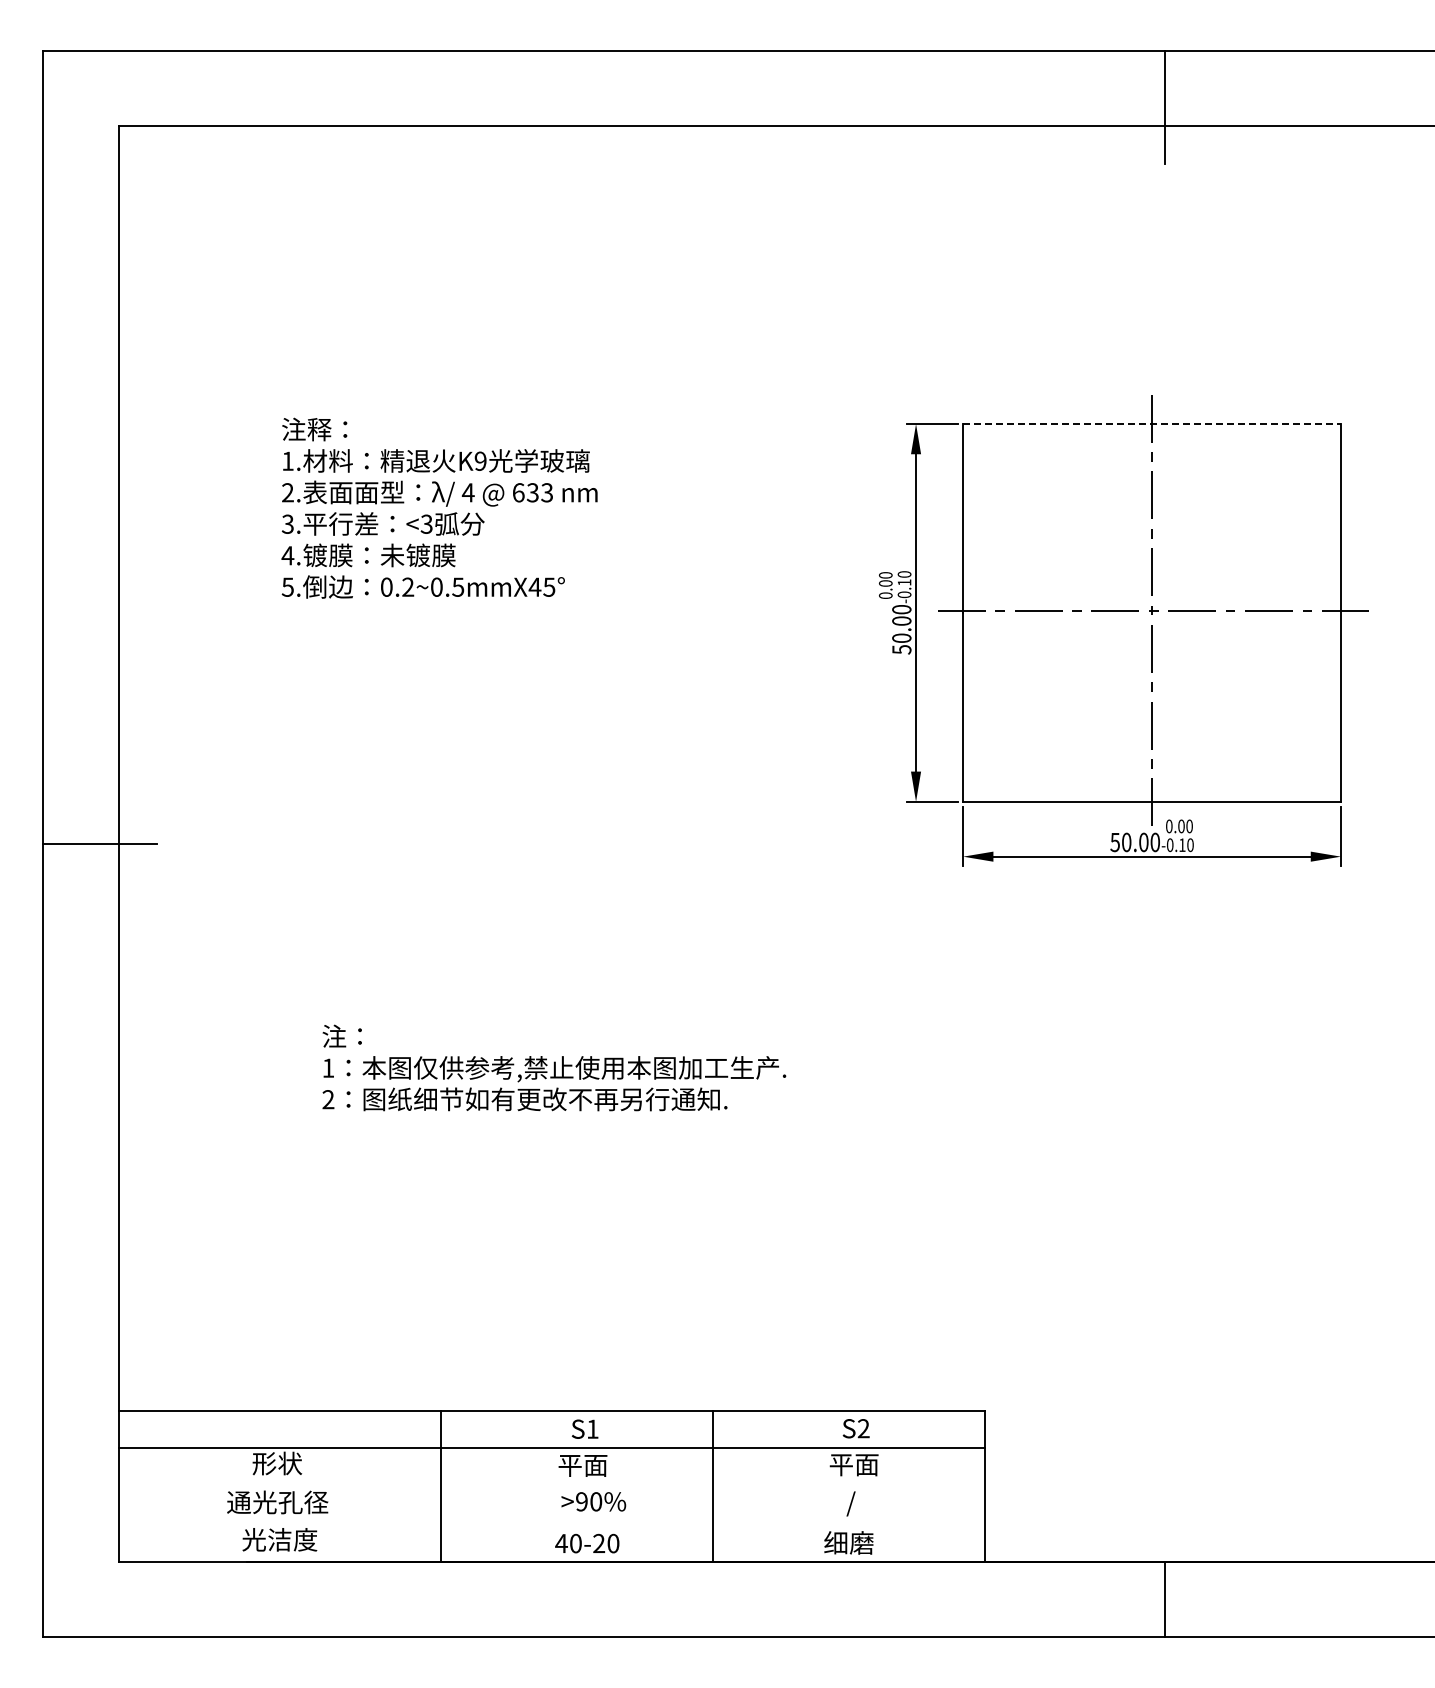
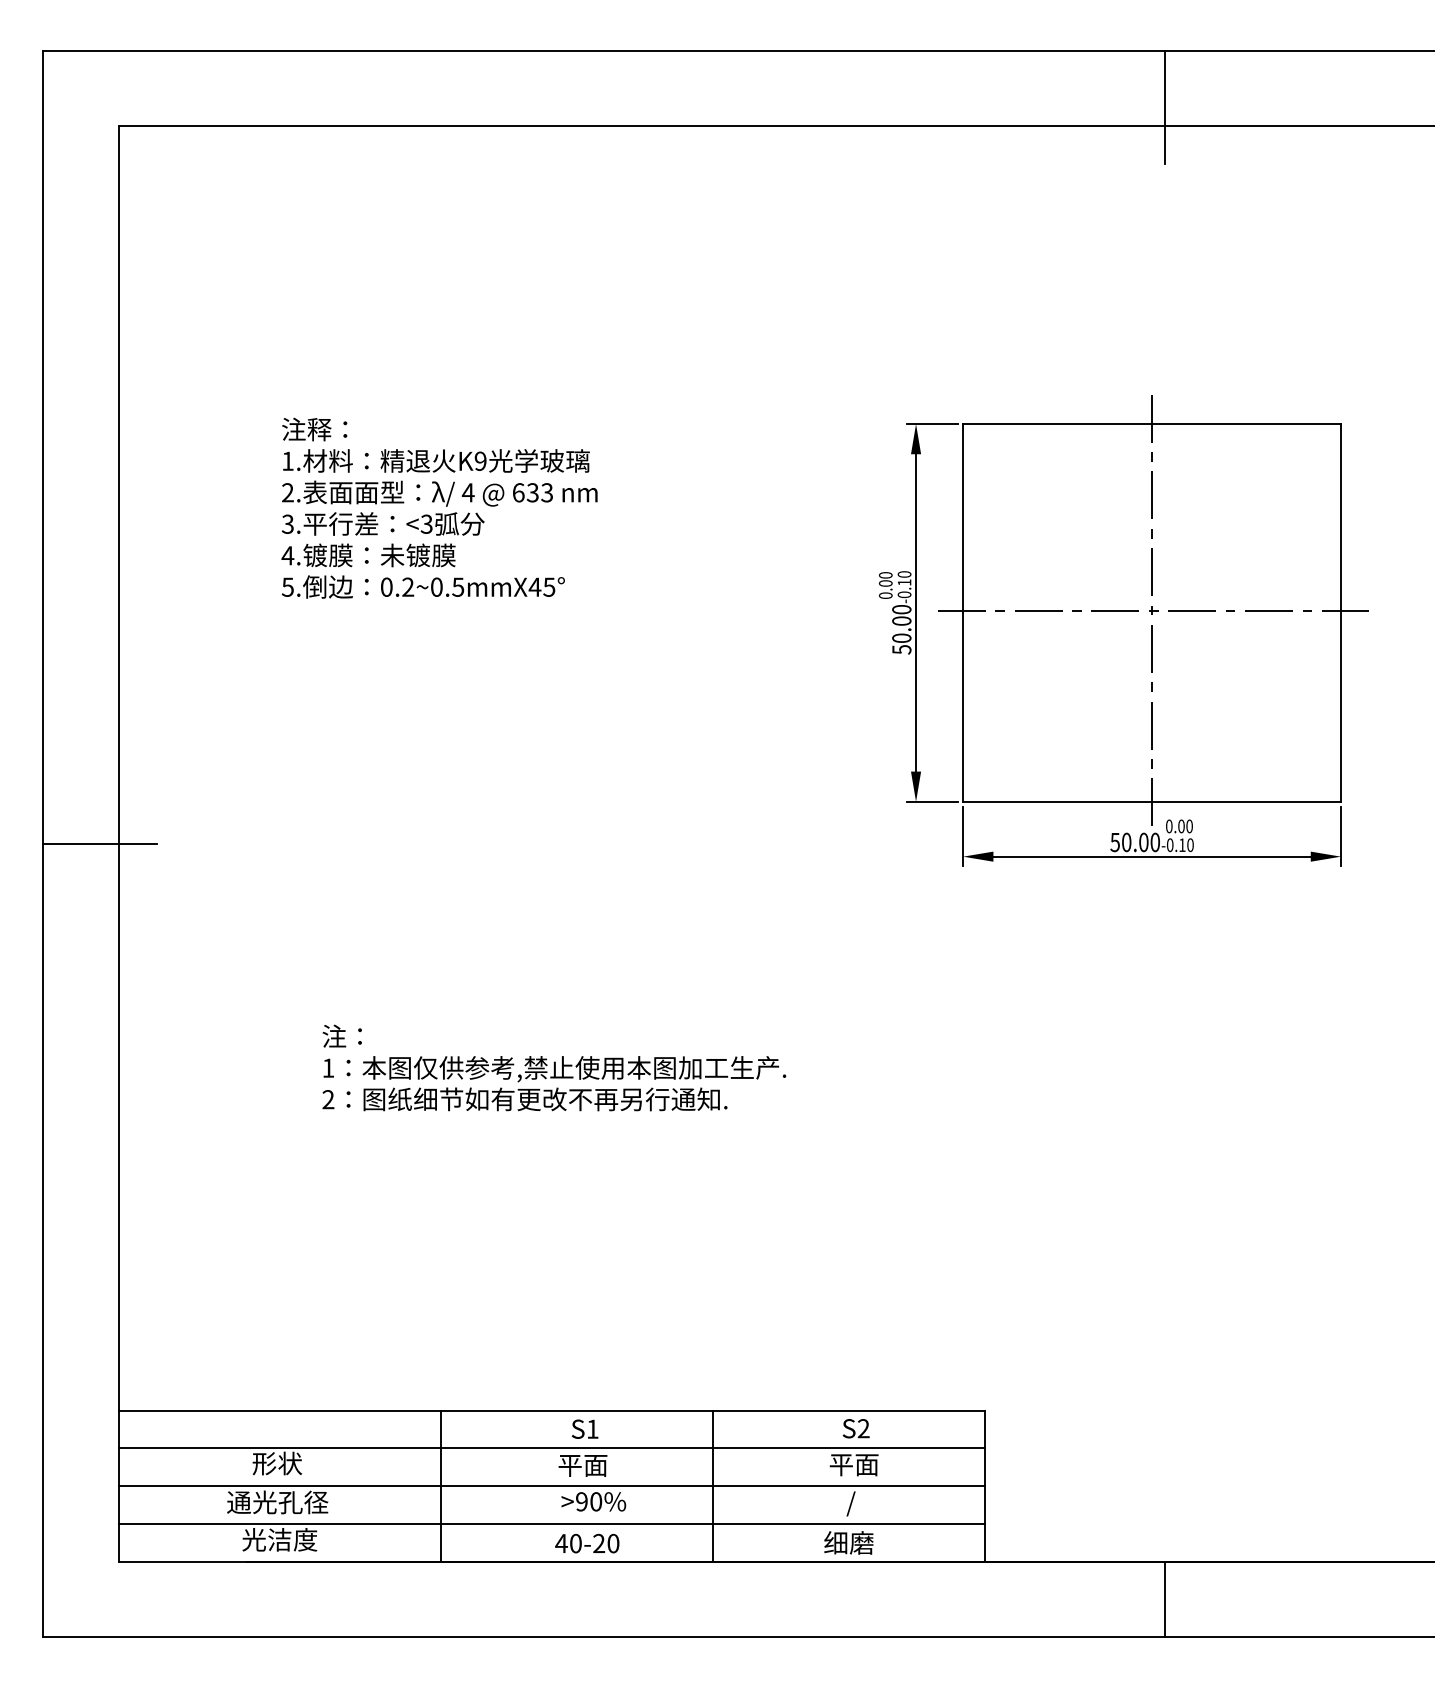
line at (1152, 424): dashed -> solid
line at (551, 1486): none -> present
line at (551, 1524): none -> present
